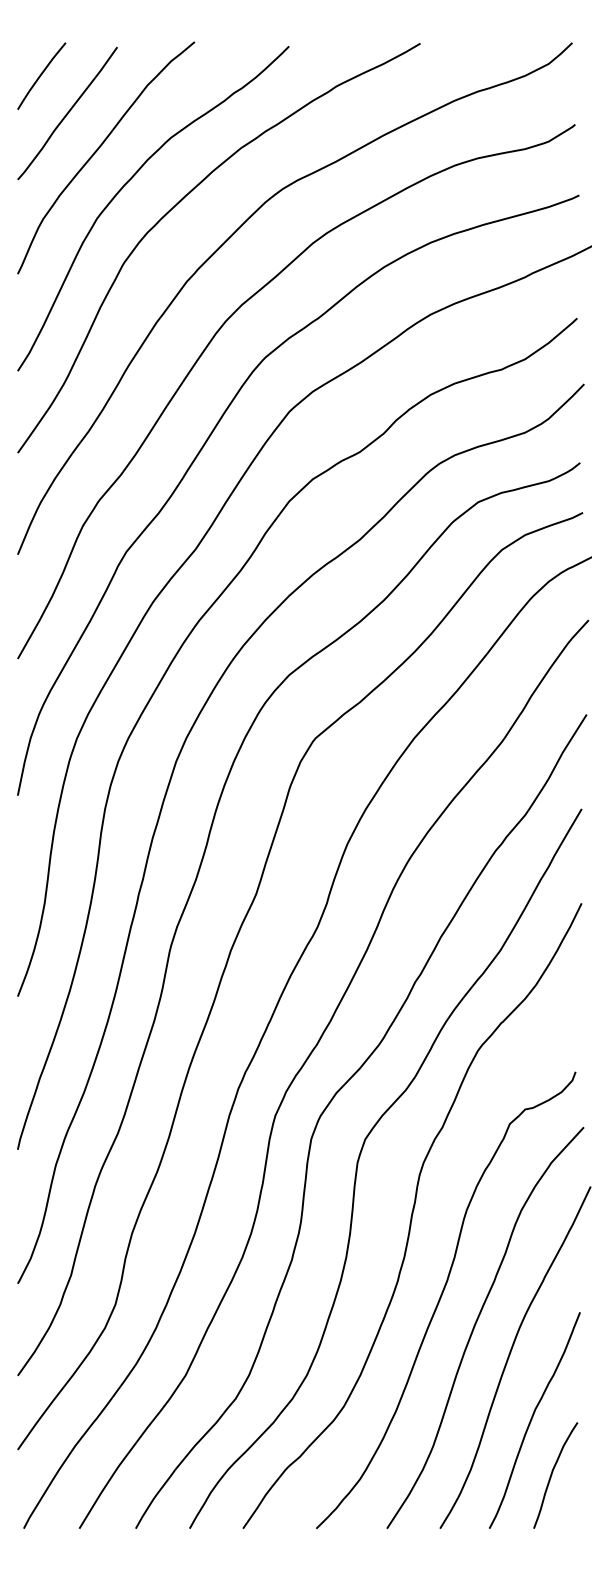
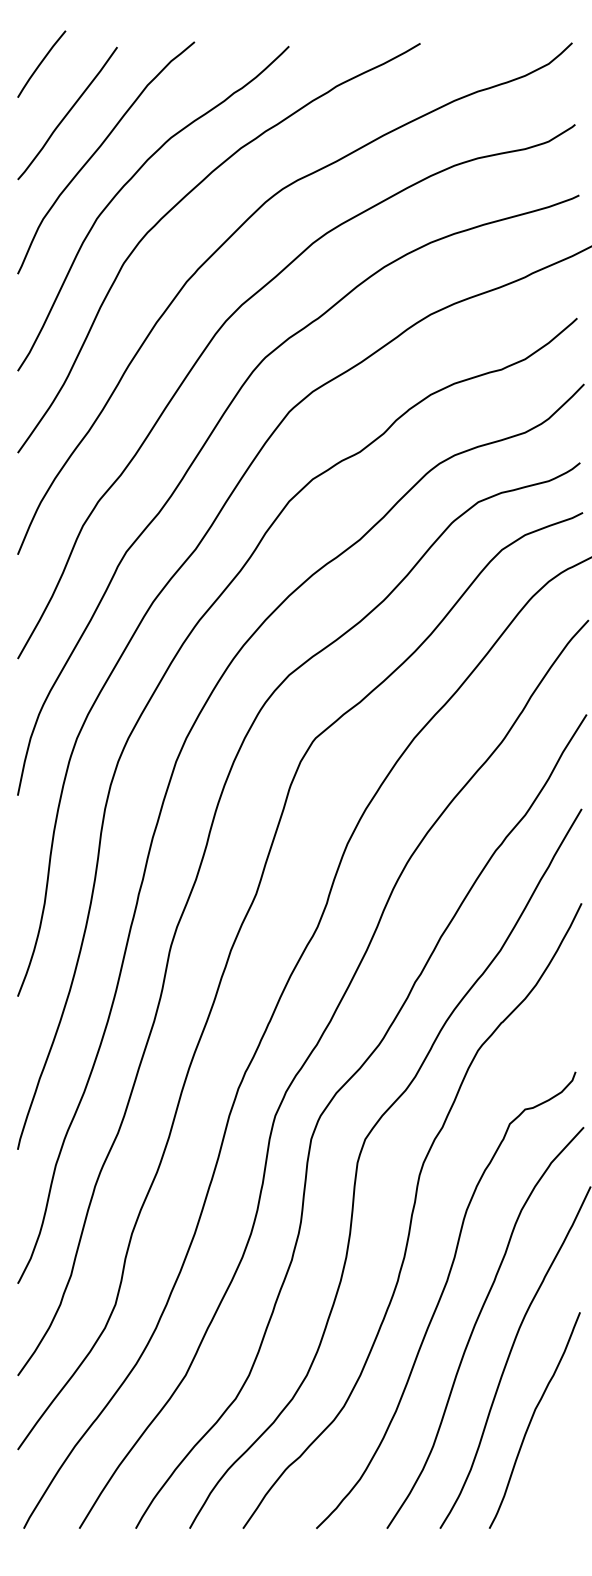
curve at (41, 75) position: (41, 75) -> (41, 63)
curve at (552, 1475): present -> none
